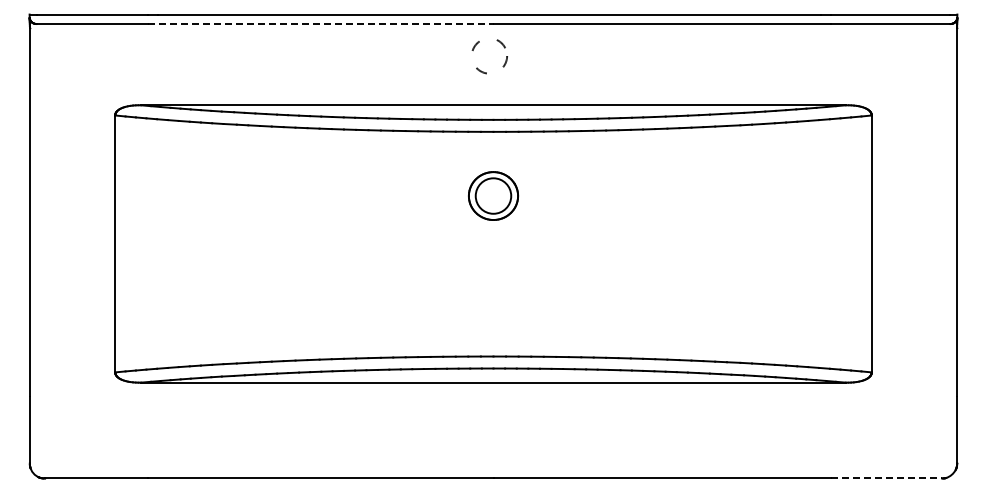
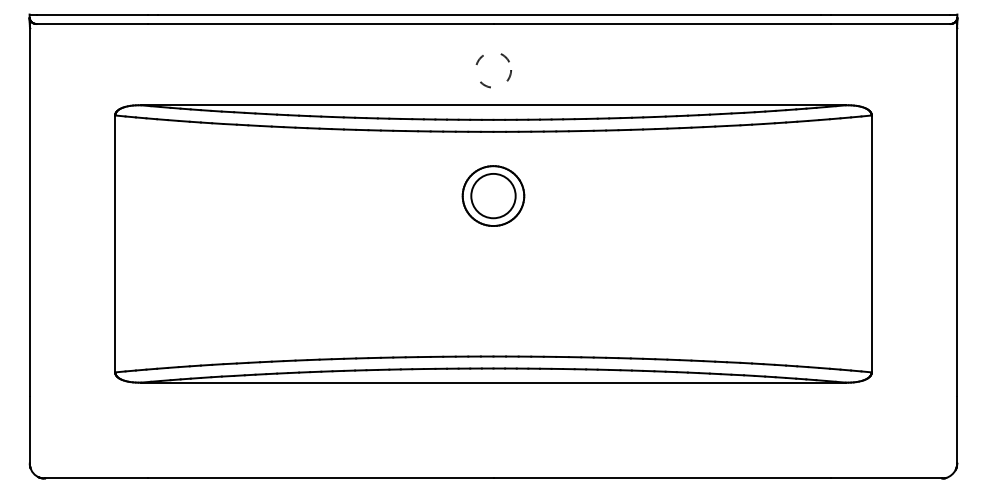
line at (320, 24): dashed -> solid
circle at (489, 56) position: (489, 56) -> (493, 70)
part at (493, 195) size: 52x50 px -> 65x62 px
line at (886, 478): dashed -> solid
